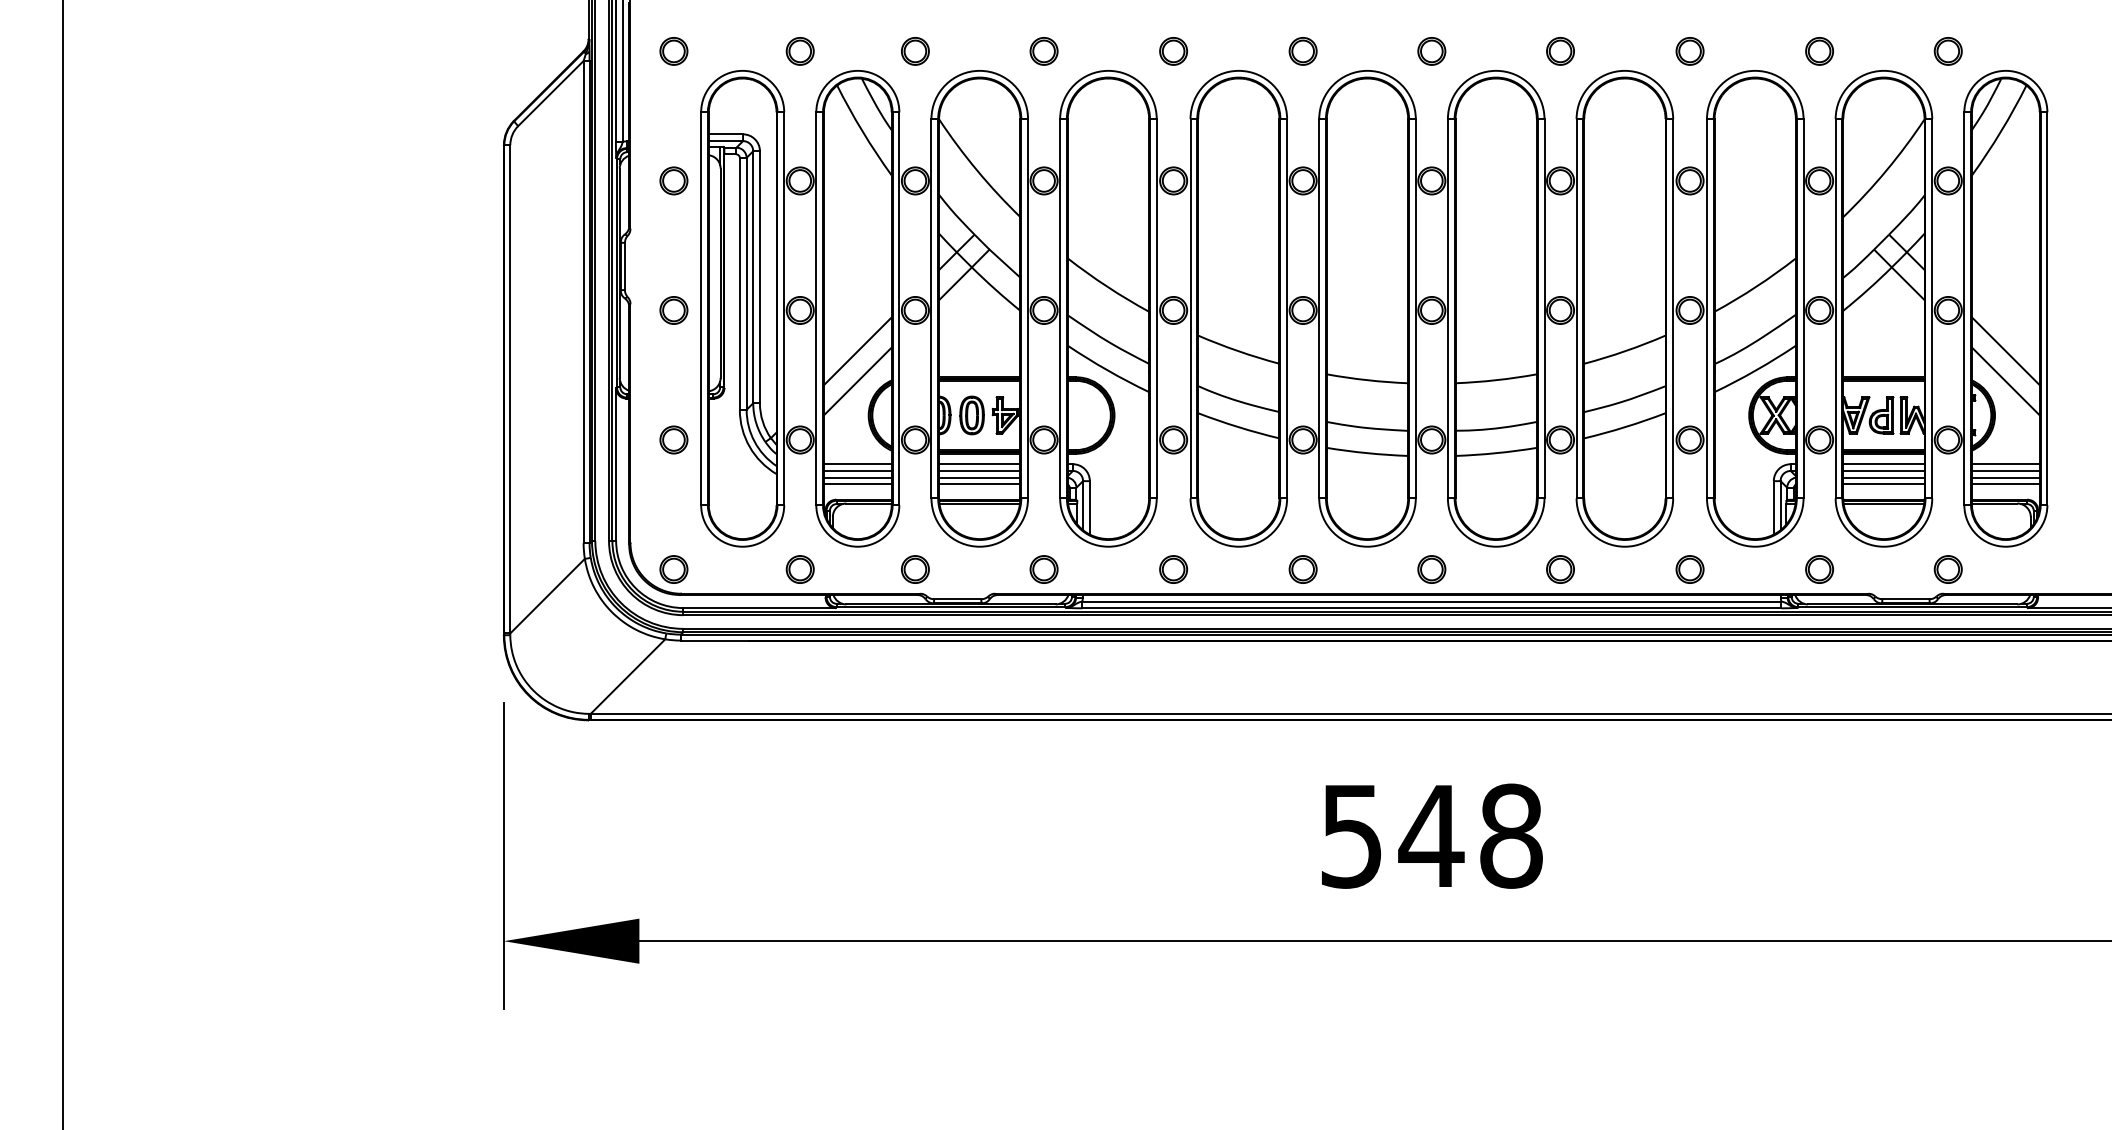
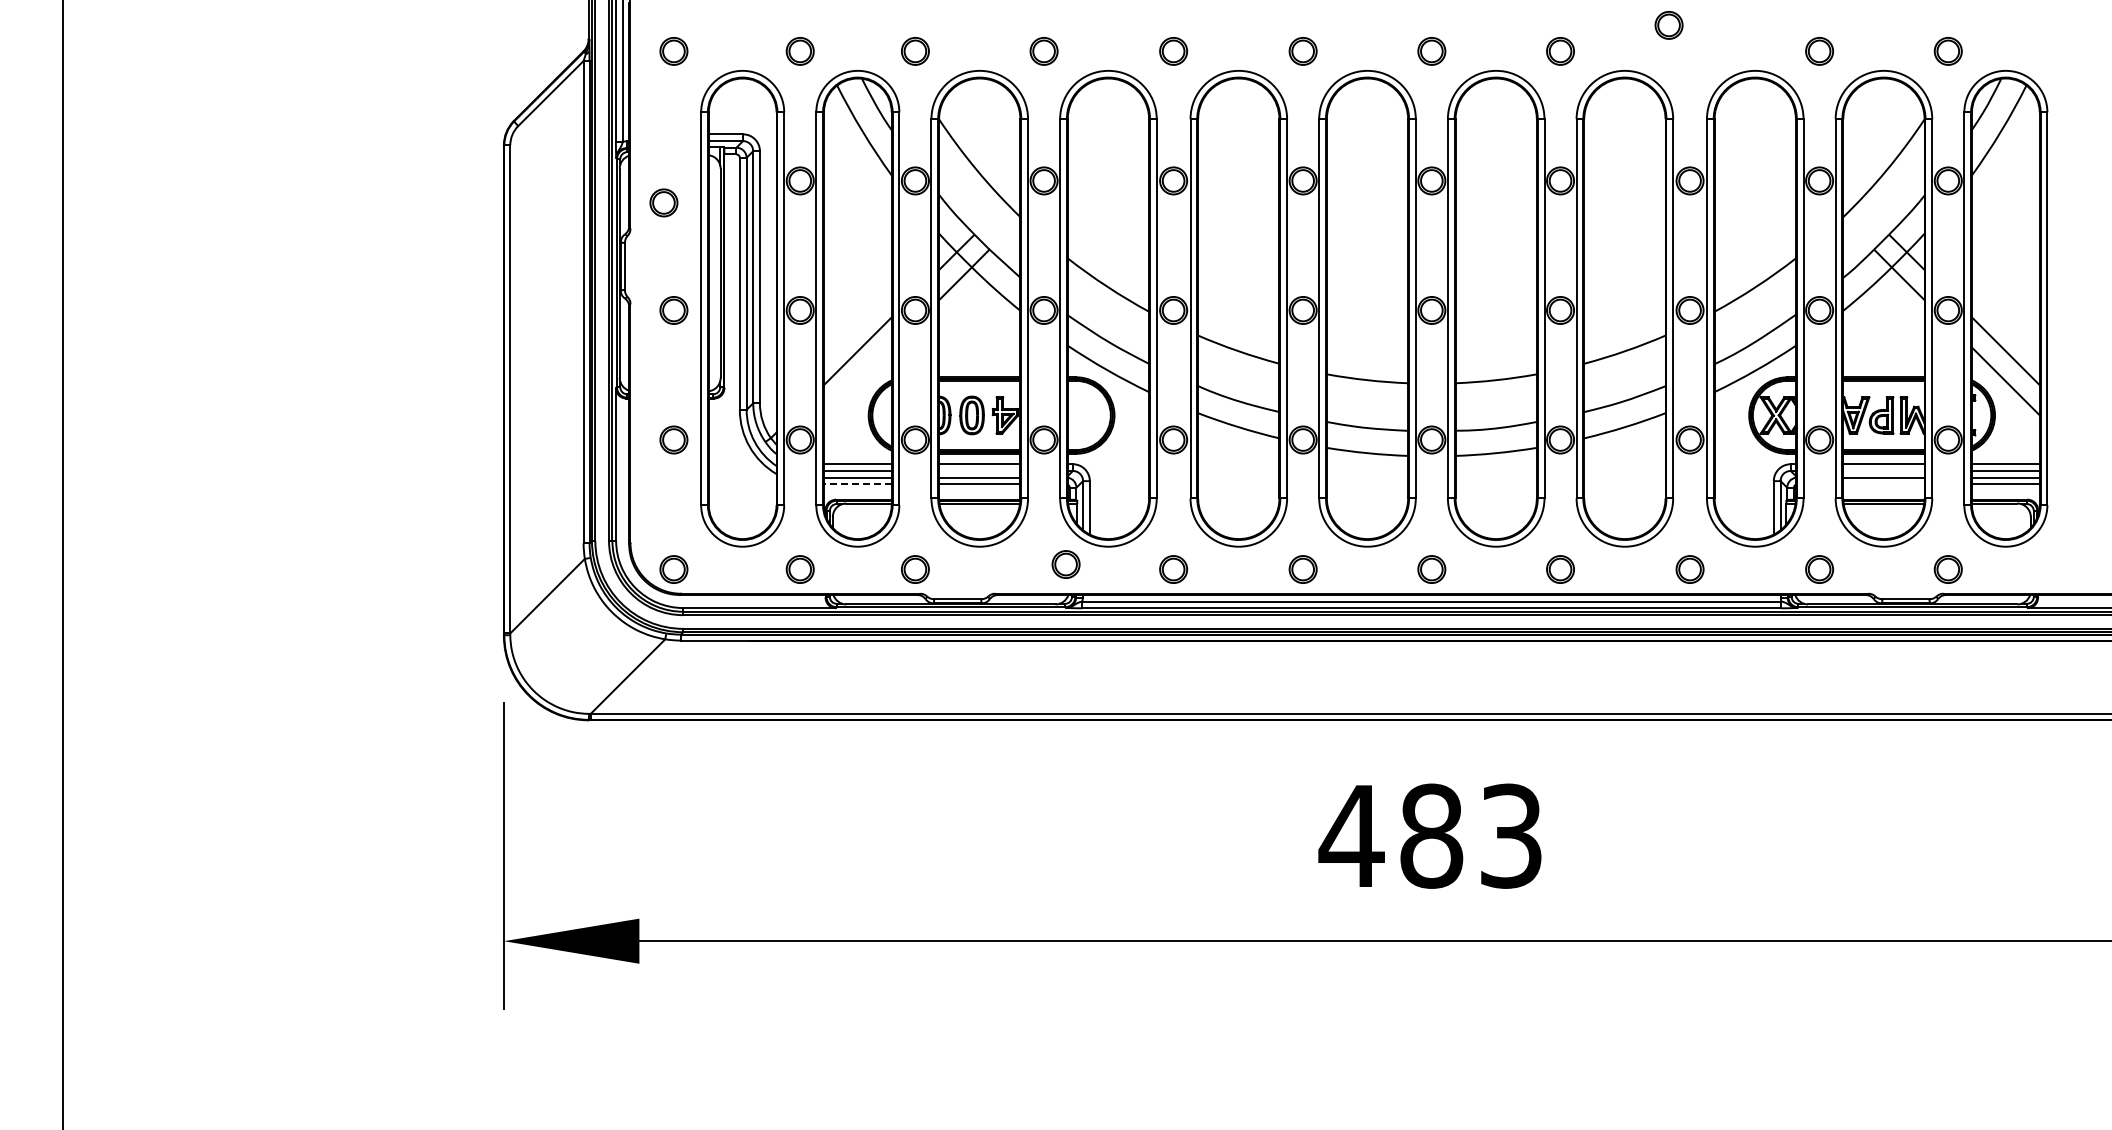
part at (1689, 51) position: (1689, 51) -> (1668, 25)
part at (673, 180) position: (673, 180) -> (663, 202)
line at (857, 381): present -> none
line at (979, 470): present -> none
line at (1883, 470): present -> none
line at (857, 484): solid -> dashed
line at (1883, 484): present -> none
part at (1043, 569) position: (1043, 569) -> (1065, 564)
text at (1430, 835): 548 -> 483
